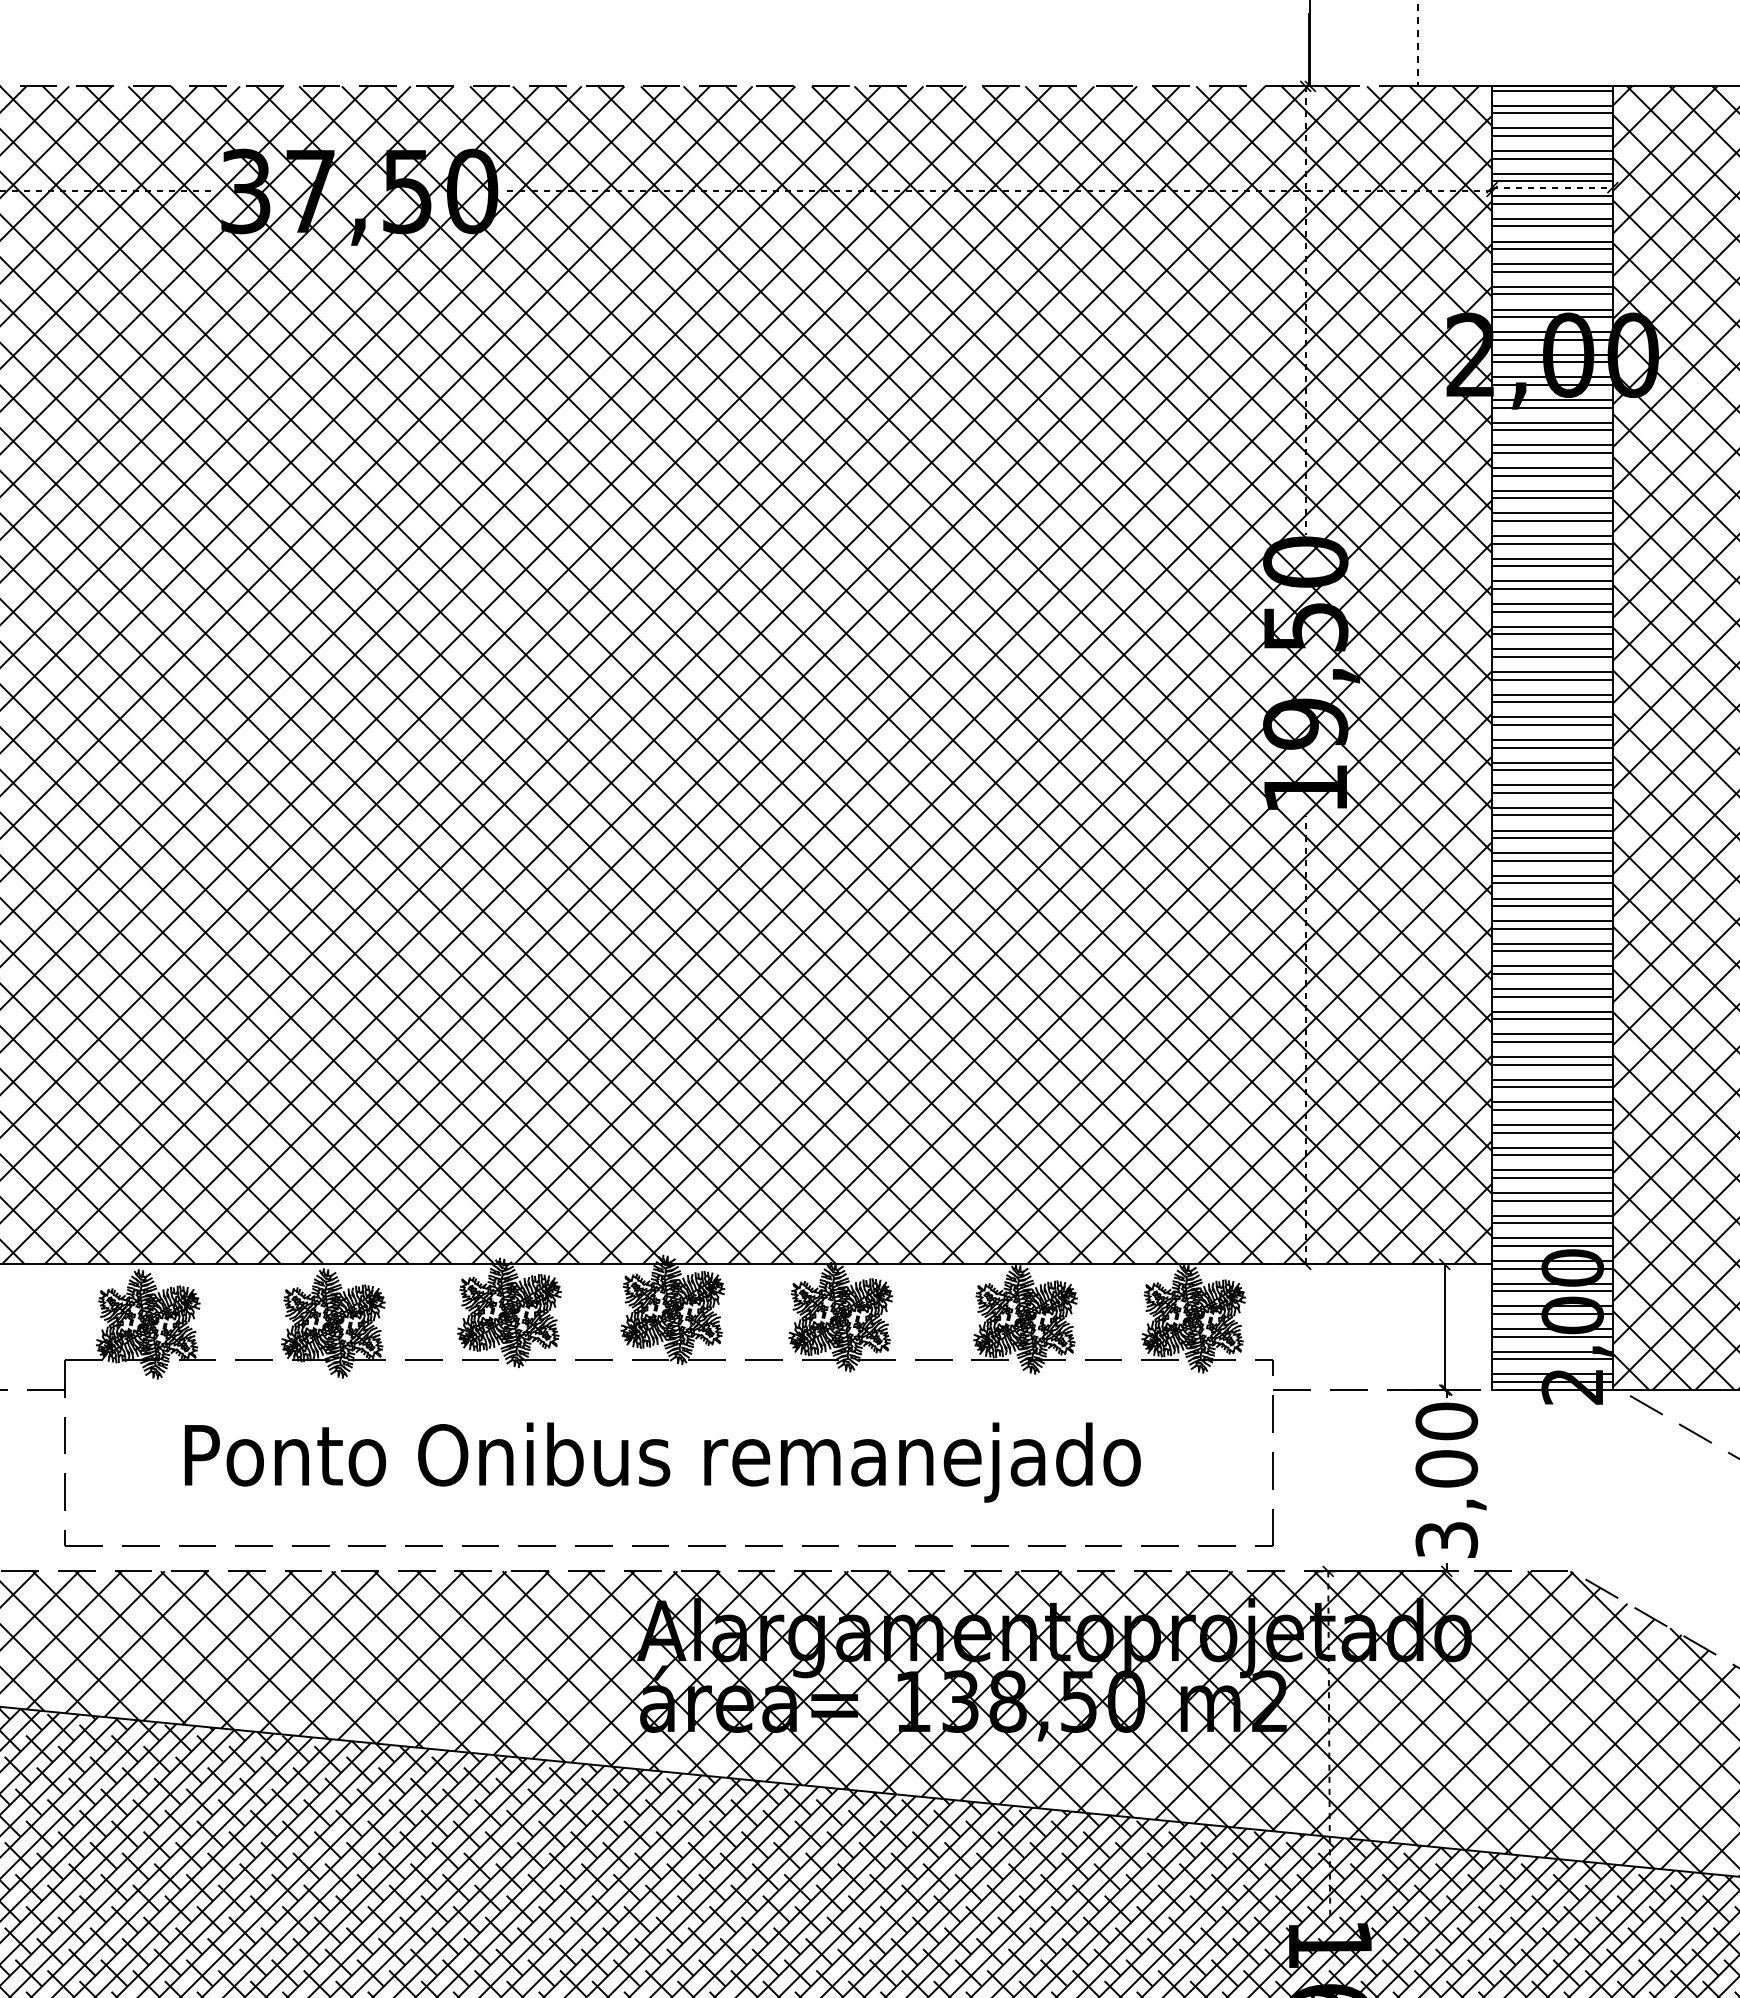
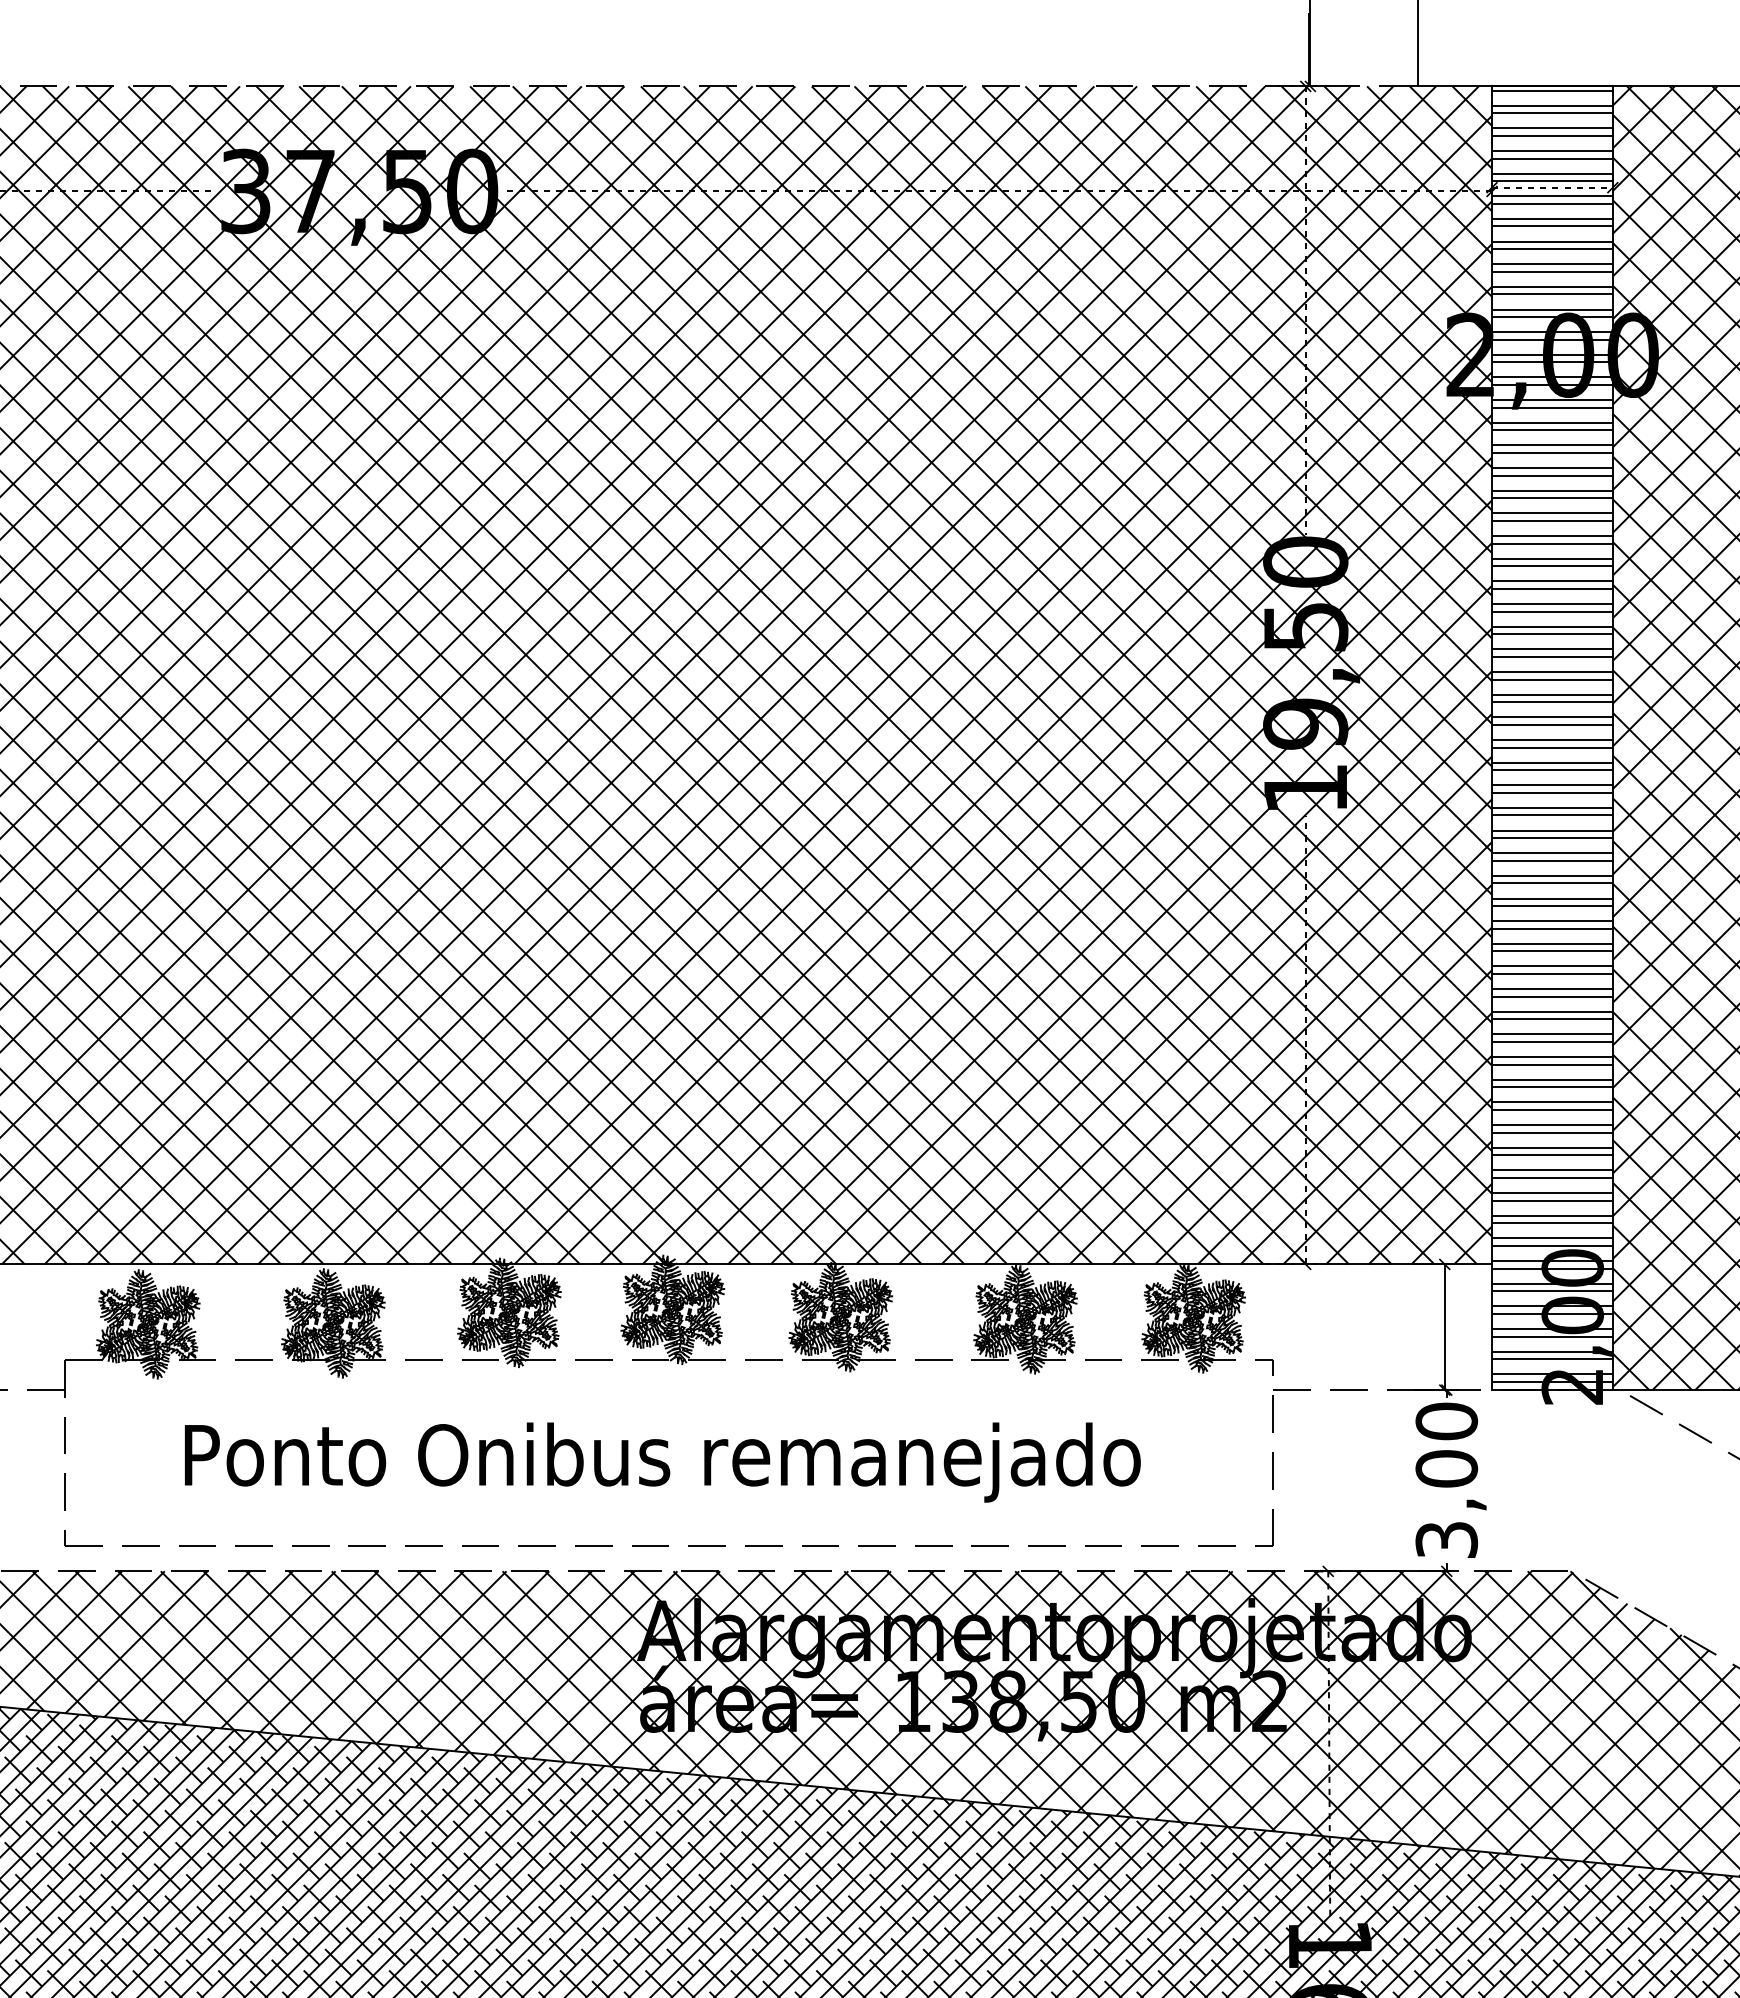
line at (1417, 43): dashed -> solid
